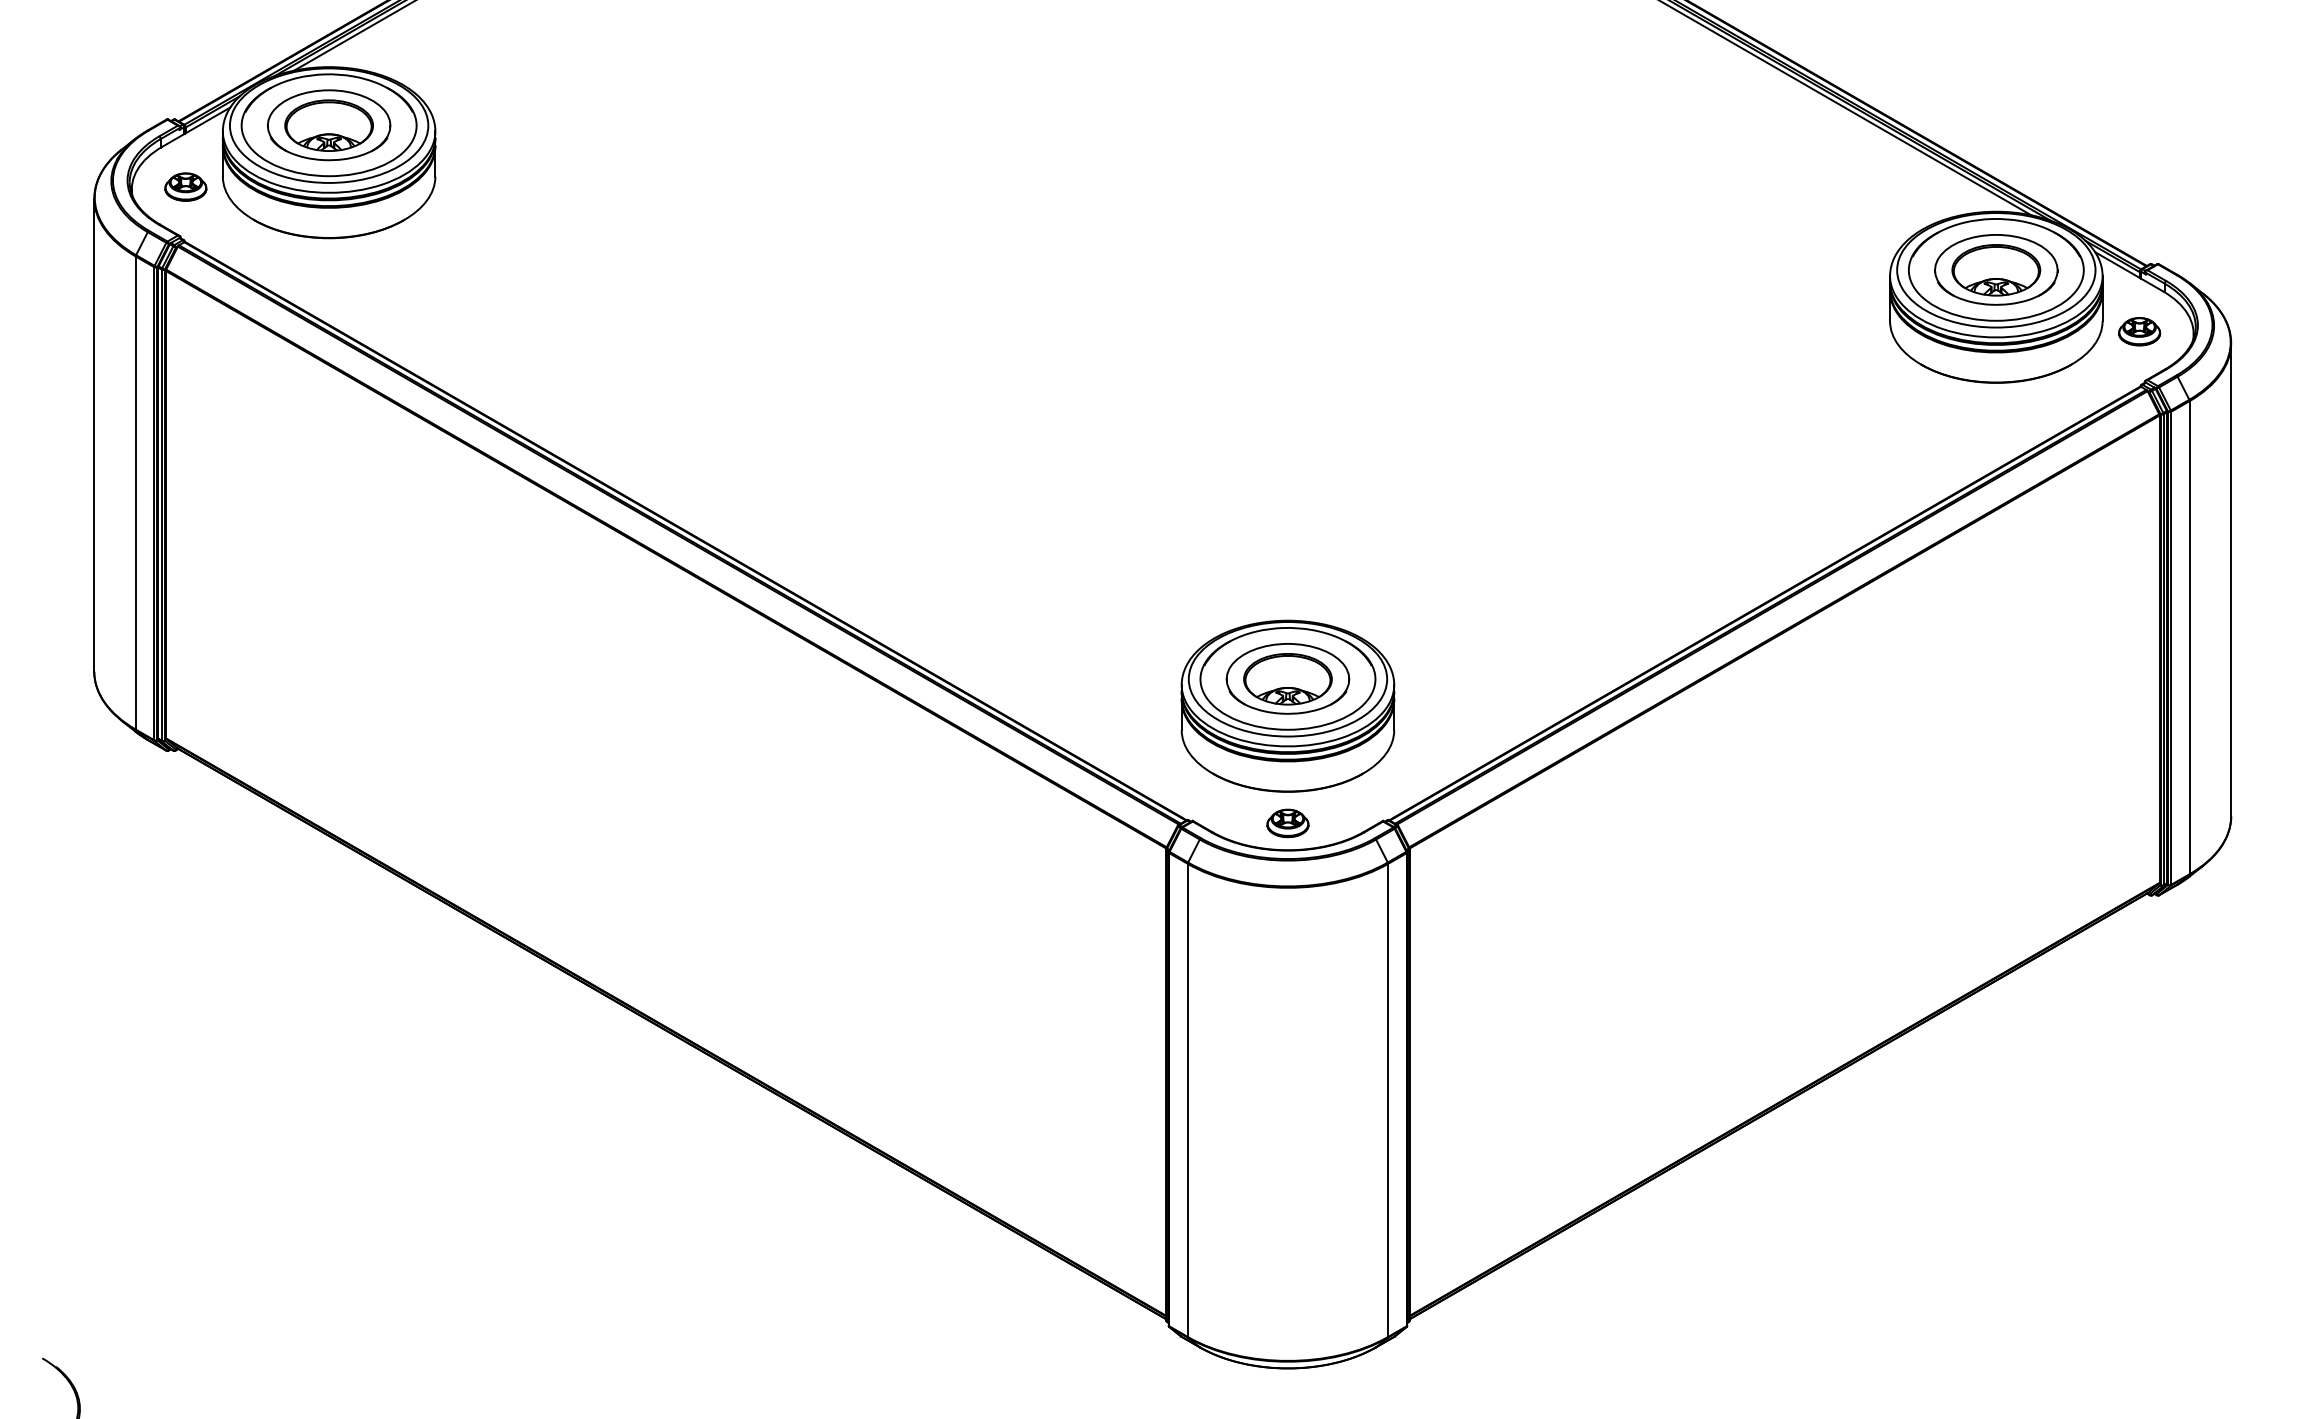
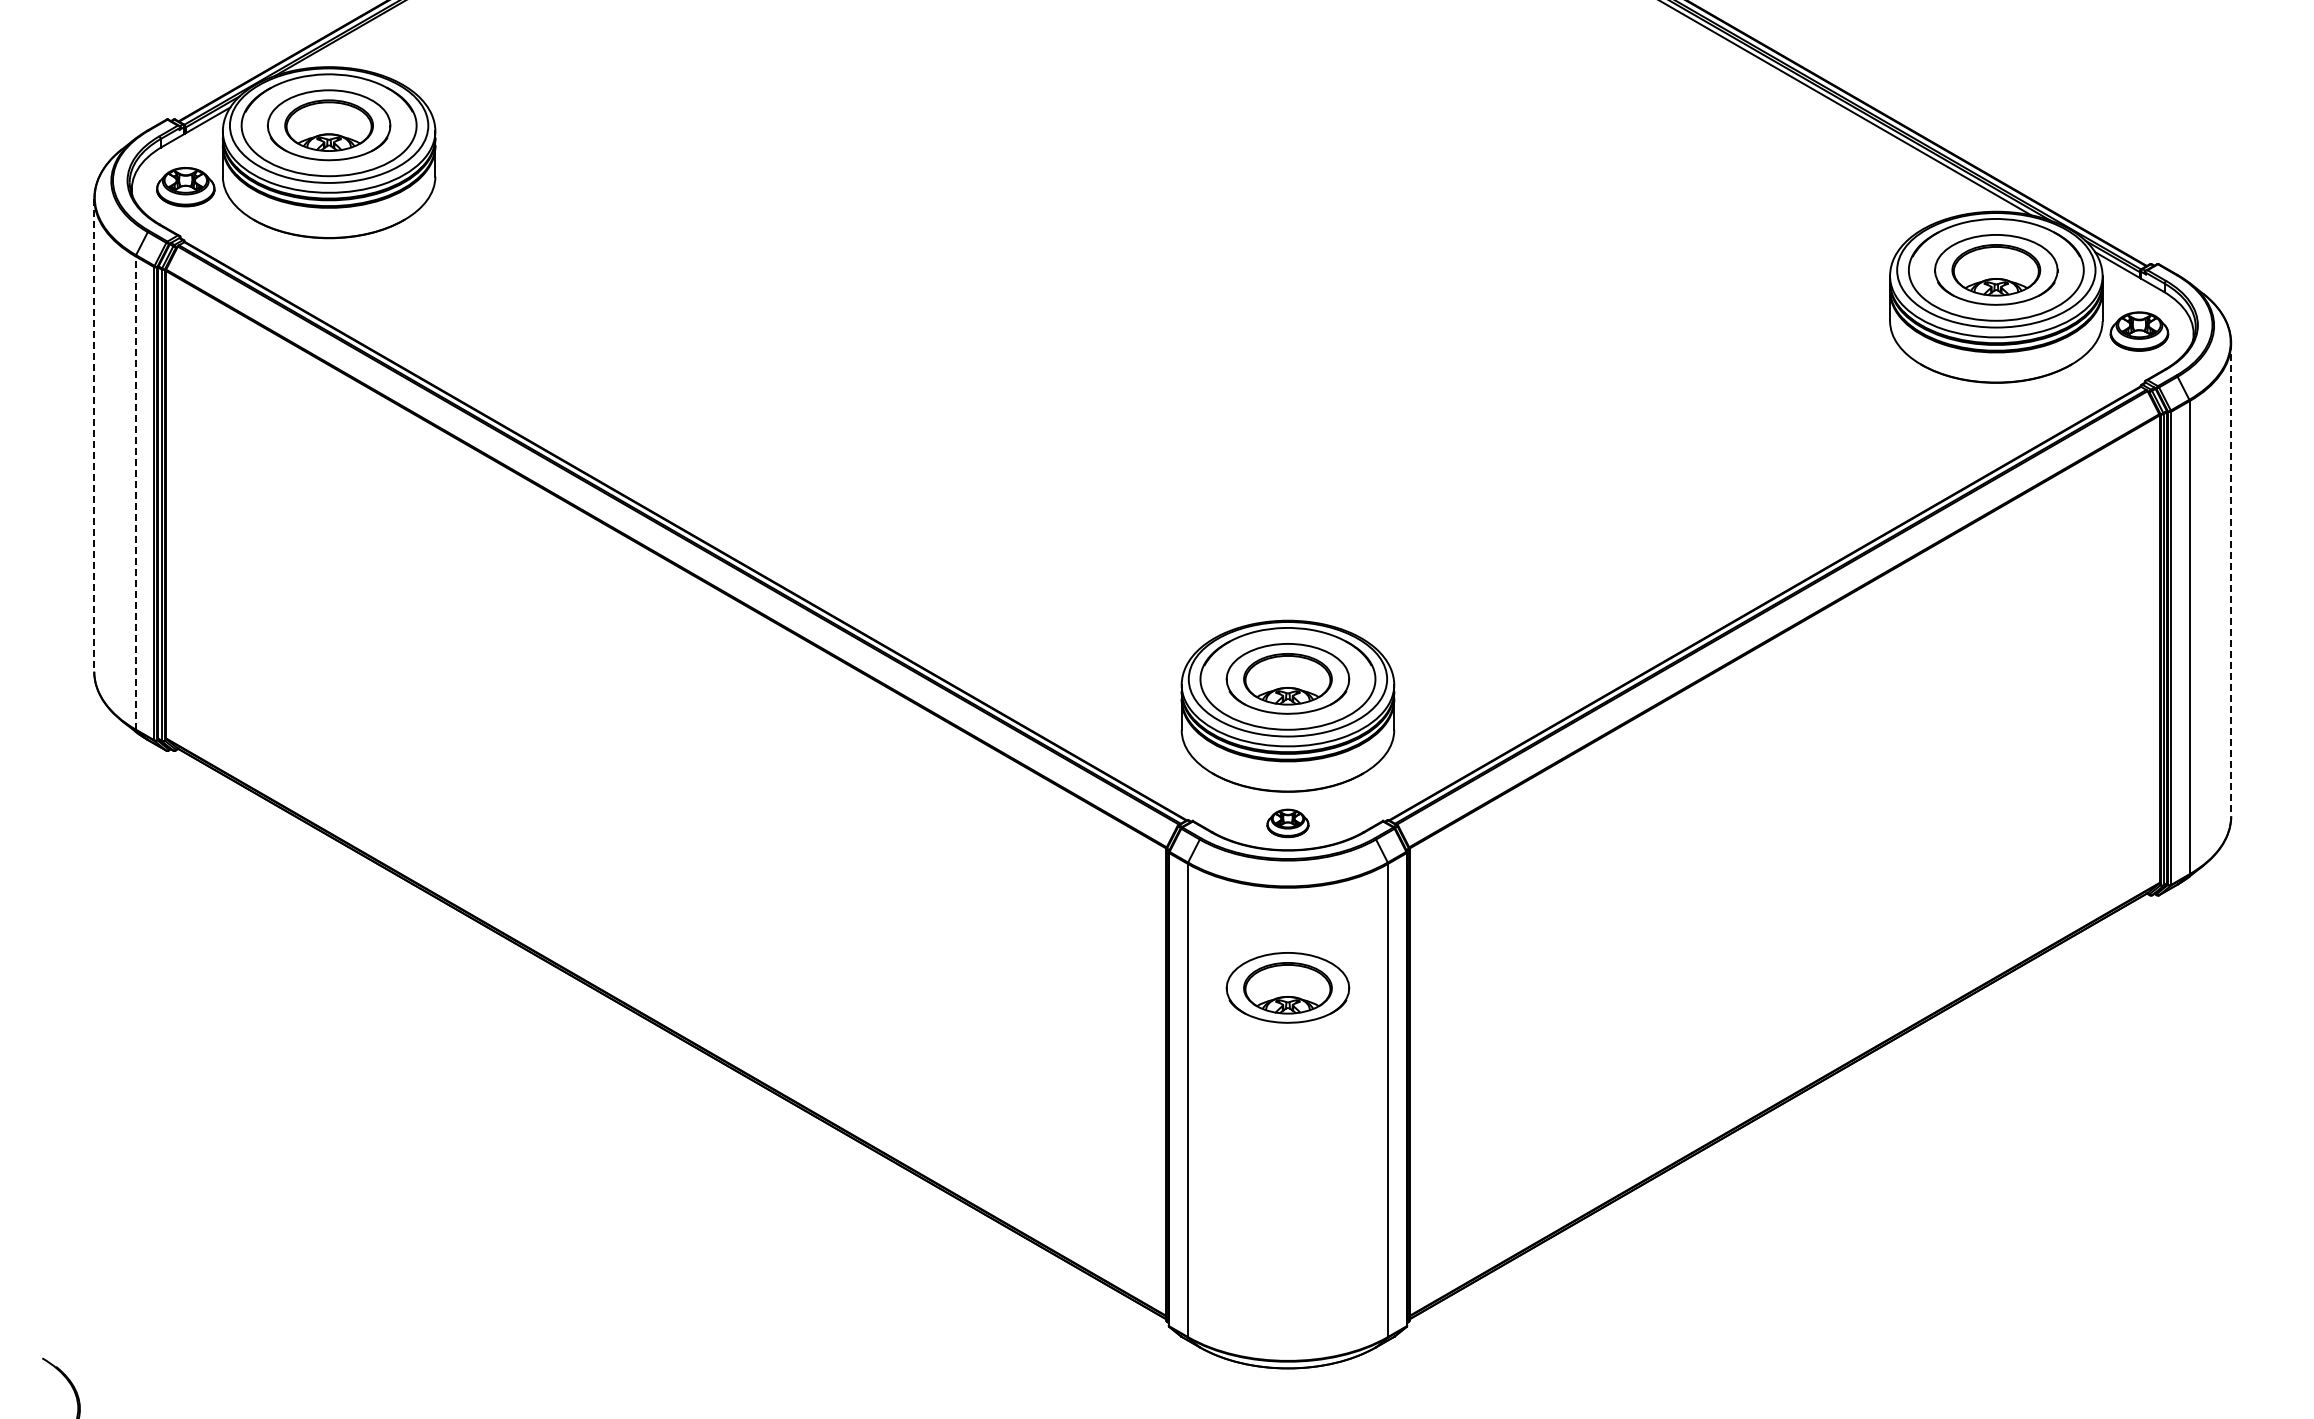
line at (353, 36): present -> none
part at (185, 186) size: 44x30 px -> 60x41 px
part at (2139, 331) size: 44x30 px -> 61x41 px
line at (94, 435): solid -> dashed
line at (135, 493): solid -> dashed
line at (2231, 579): solid -> dashed
part at (1287, 987): none -> present
